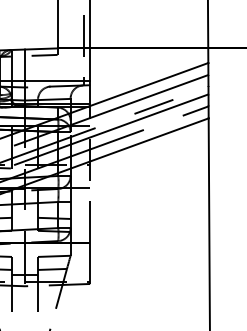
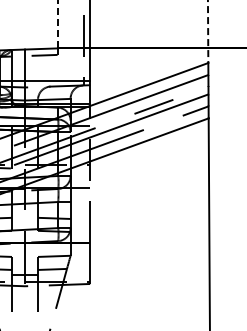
line at (57, 24): solid -> dashed
line at (208, 32): solid -> dashed
